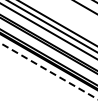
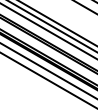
line at (49, 71): dashed -> solid
line at (47, 79): none -> present
